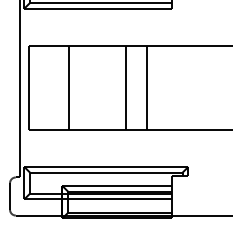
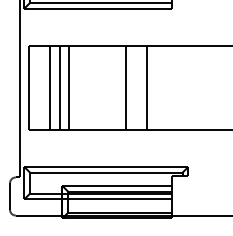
line at (50, 87): none -> present
line at (59, 87): none -> present
